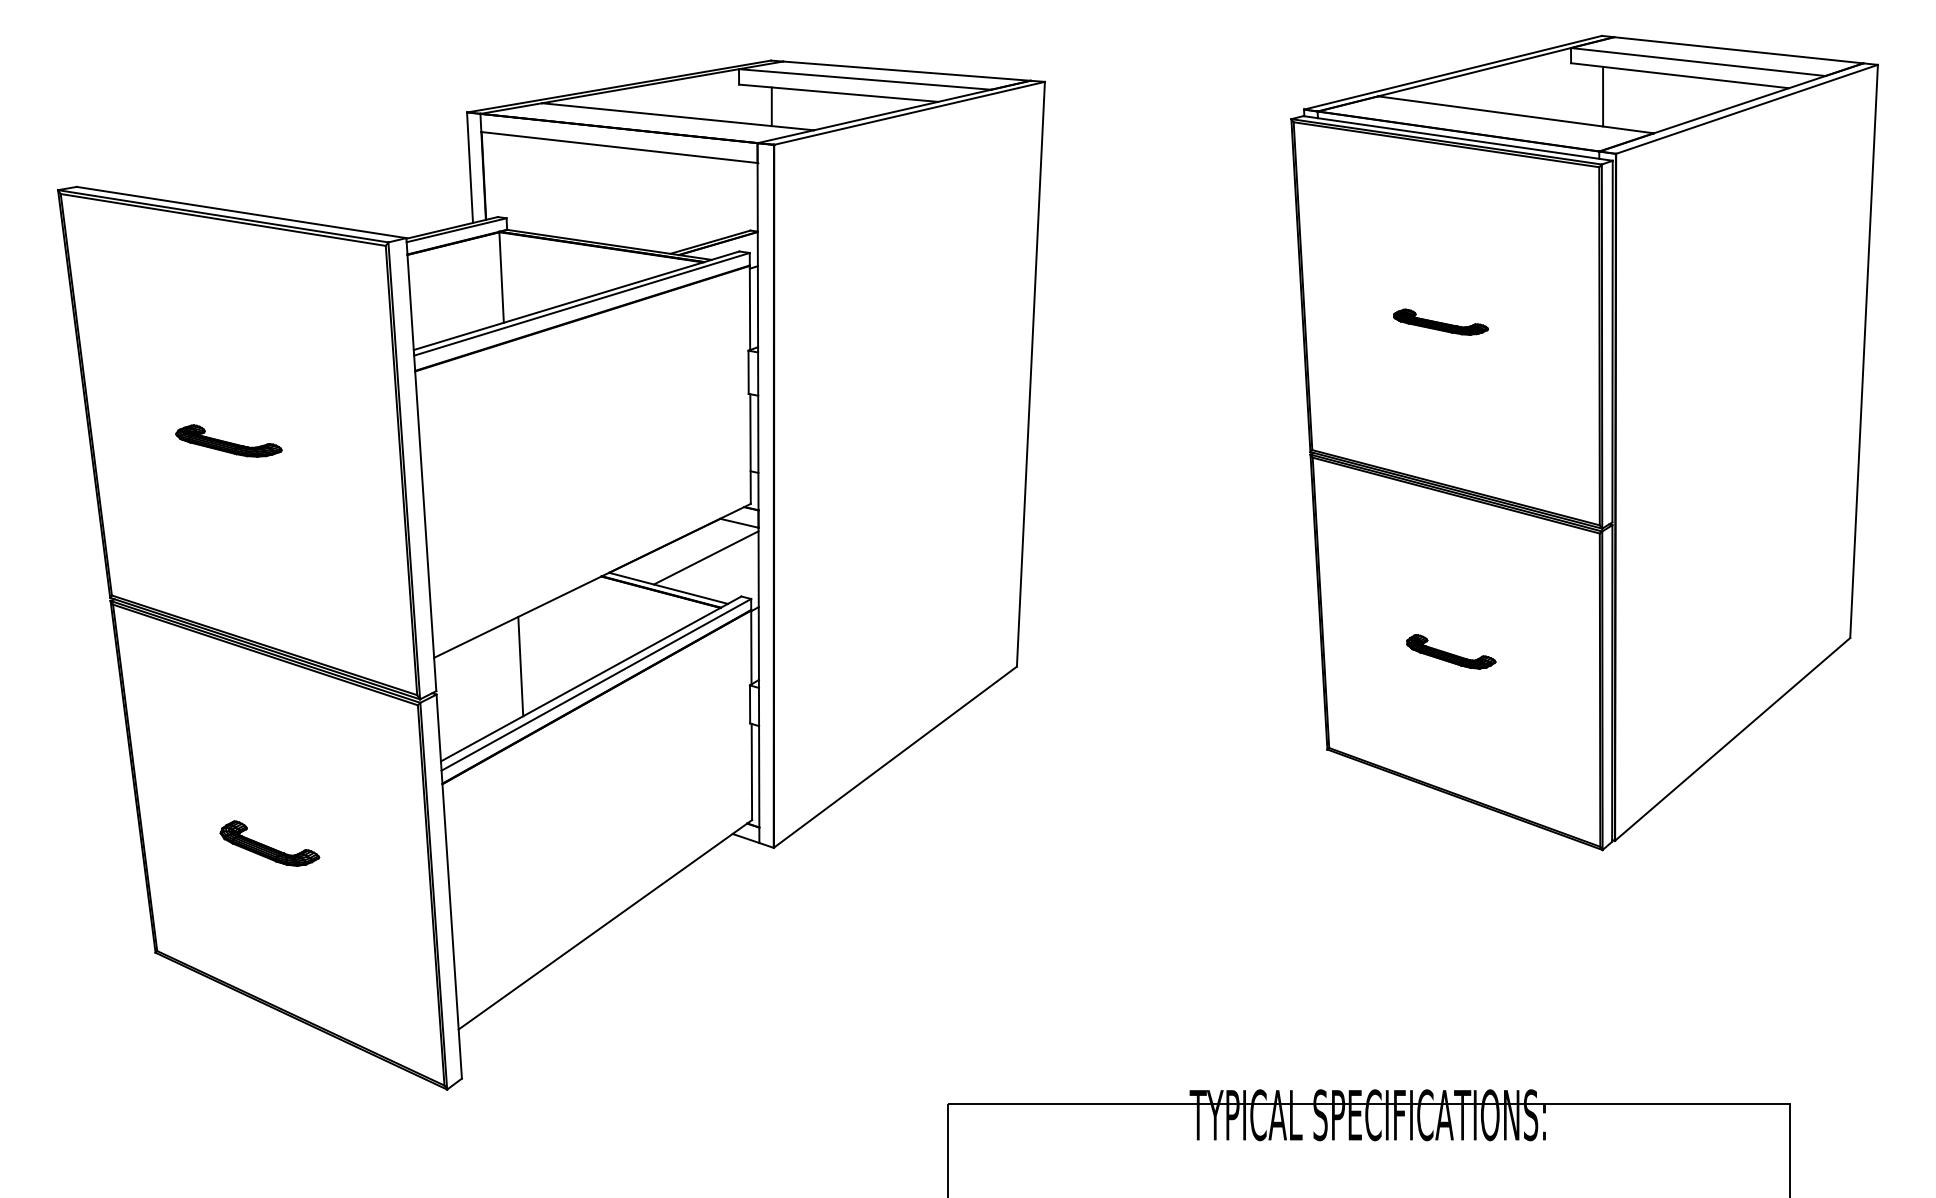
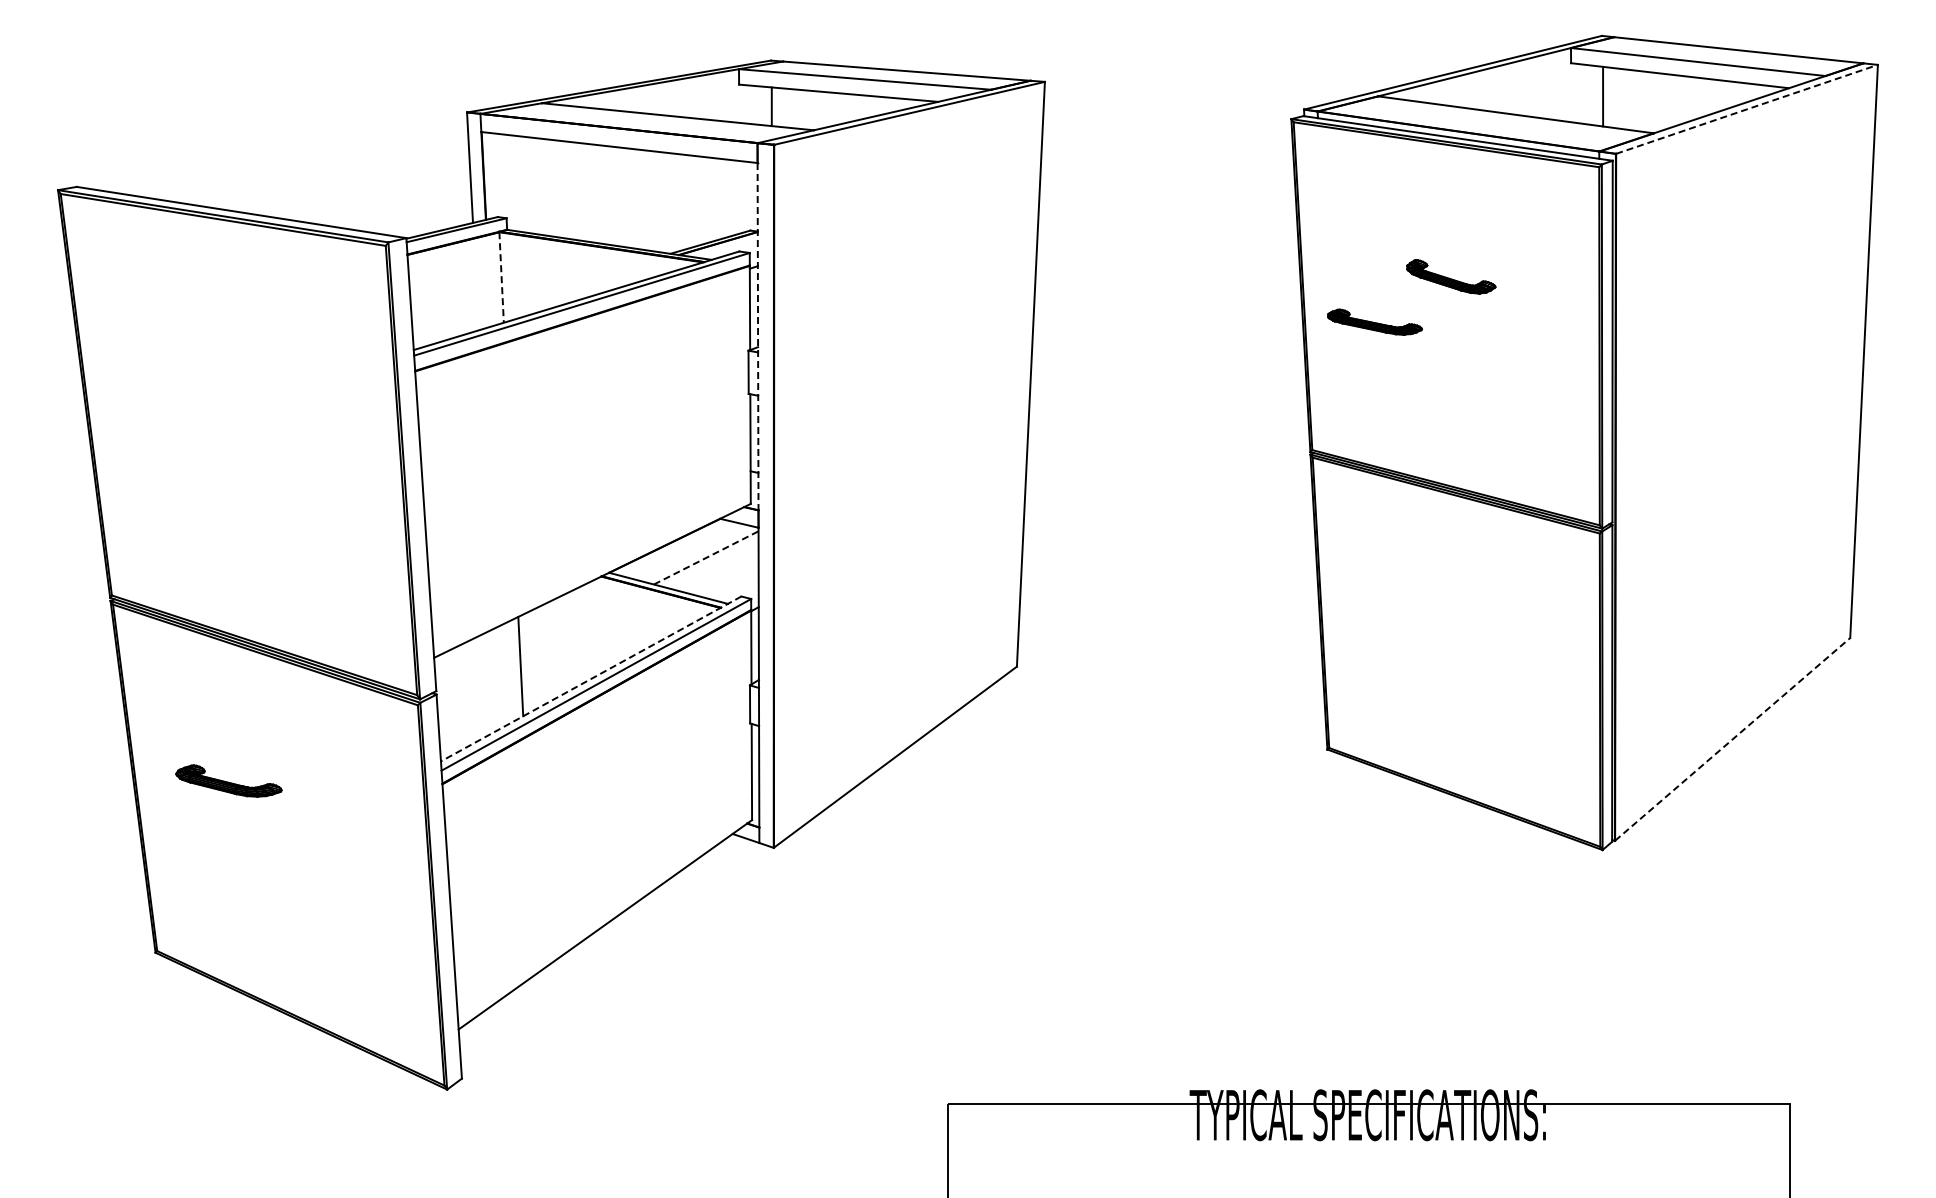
line at (1747, 109): solid -> dashed
line at (501, 278): solid -> dashed
part at (1440, 321) position: (1440, 321) -> (1374, 321)
line at (758, 336): solid -> dashed
part at (228, 440) position: (228, 440) -> (228, 780)
line at (706, 557): solid -> dashed
part at (1451, 651) position: (1451, 651) -> (1451, 276)
line at (590, 679): solid -> dashed
line at (1733, 739): solid -> dashed
part at (269, 843): present -> none
